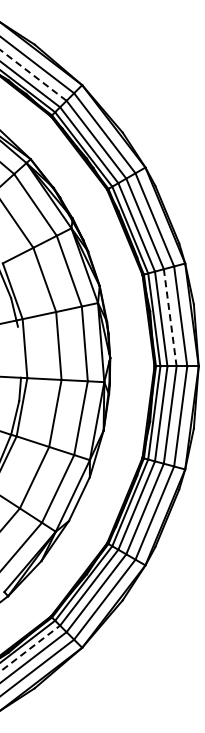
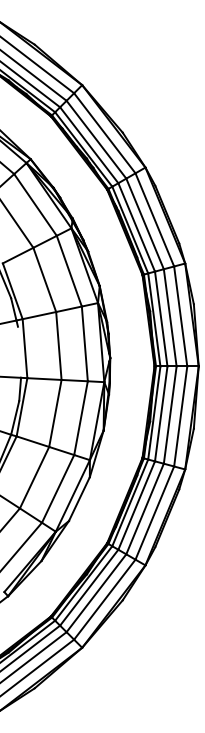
line at (33, 75): dashed -> solid
line at (170, 317): dashed -> solid
line at (30, 648): dashed -> solid
